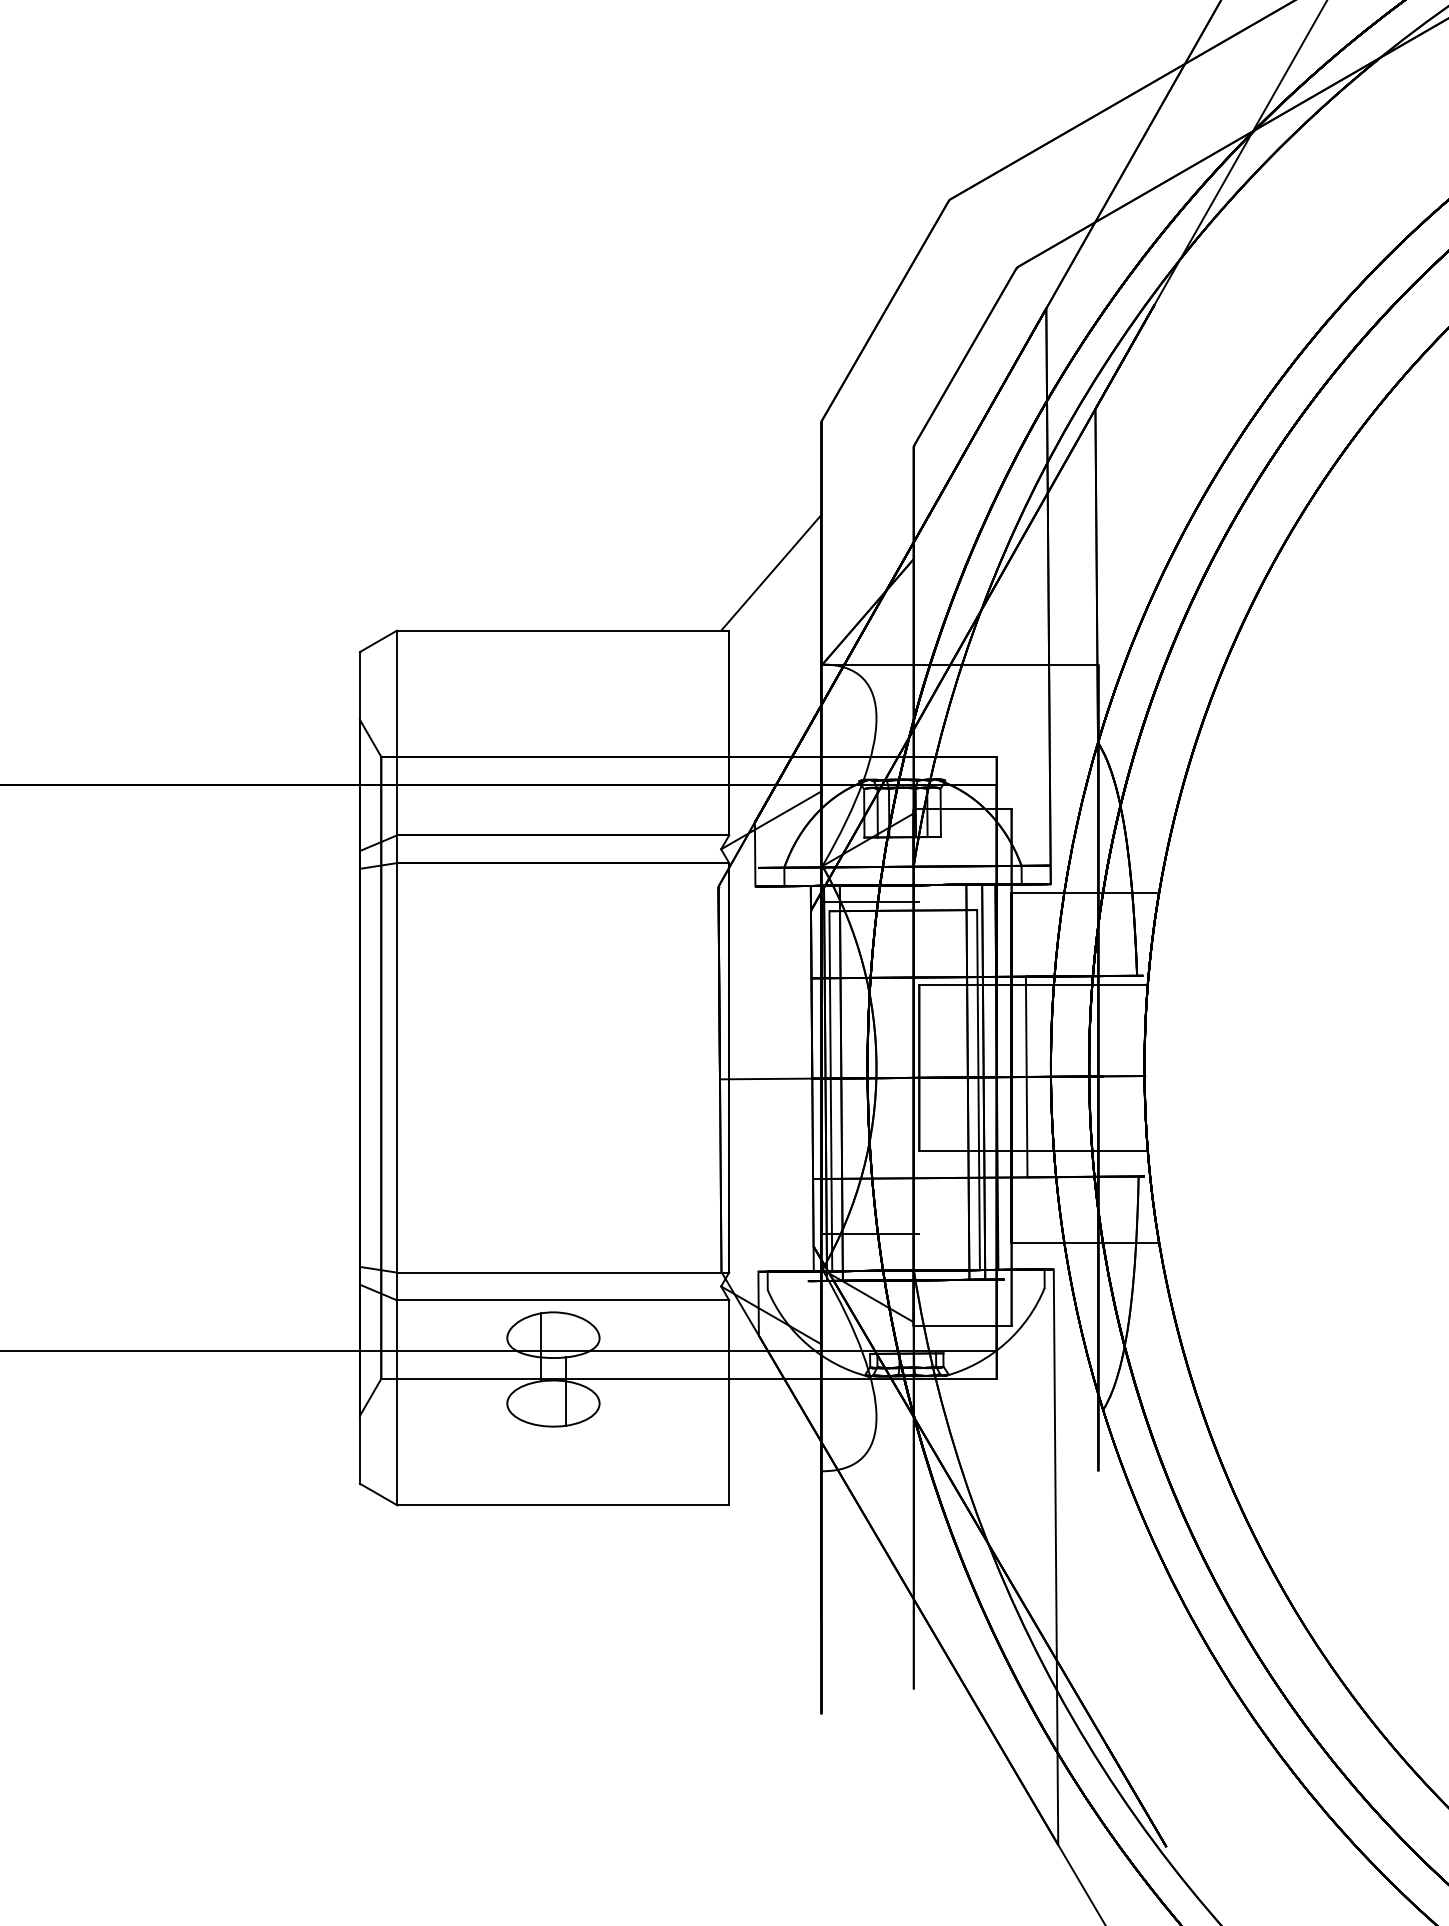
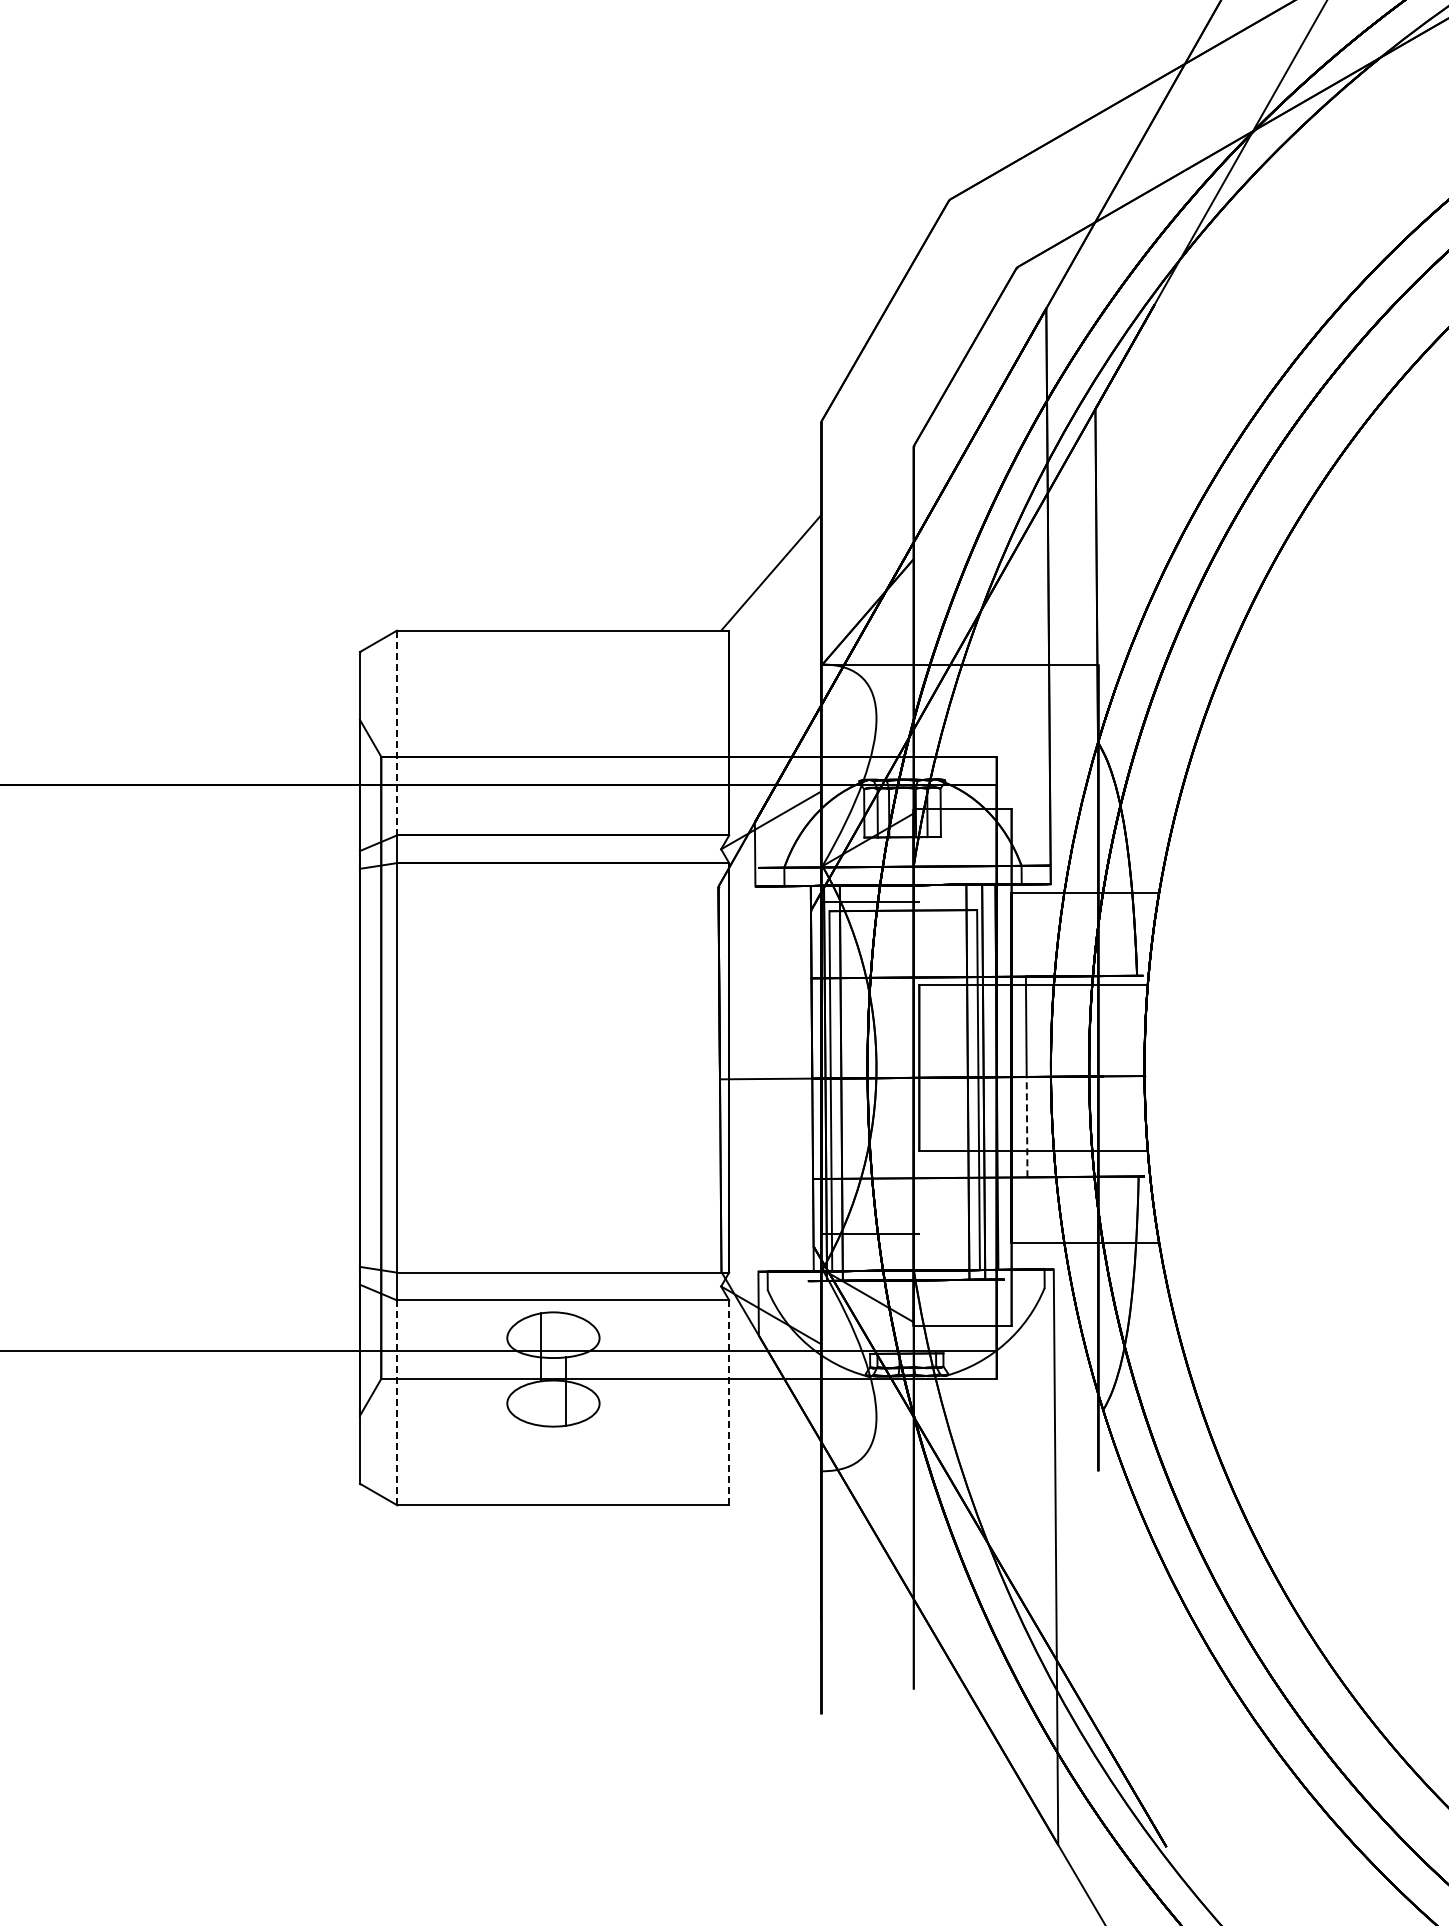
line at (396, 733): solid -> dashed
line at (1027, 1126): solid -> dashed
line at (729, 1402): solid -> dashed
line at (396, 1403): solid -> dashed
